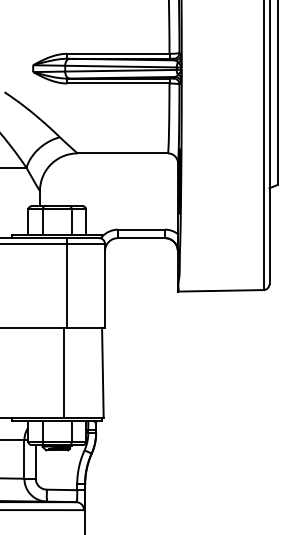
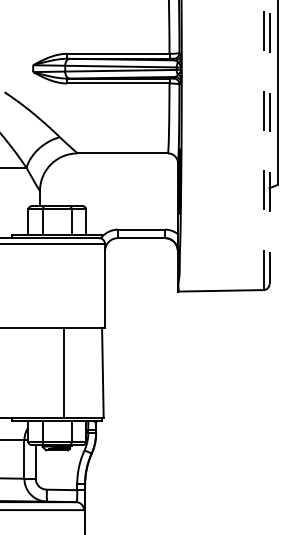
line at (269, 142): solid -> dashed
line at (263, 145): solid -> dashed
line at (67, 282): present -> none
